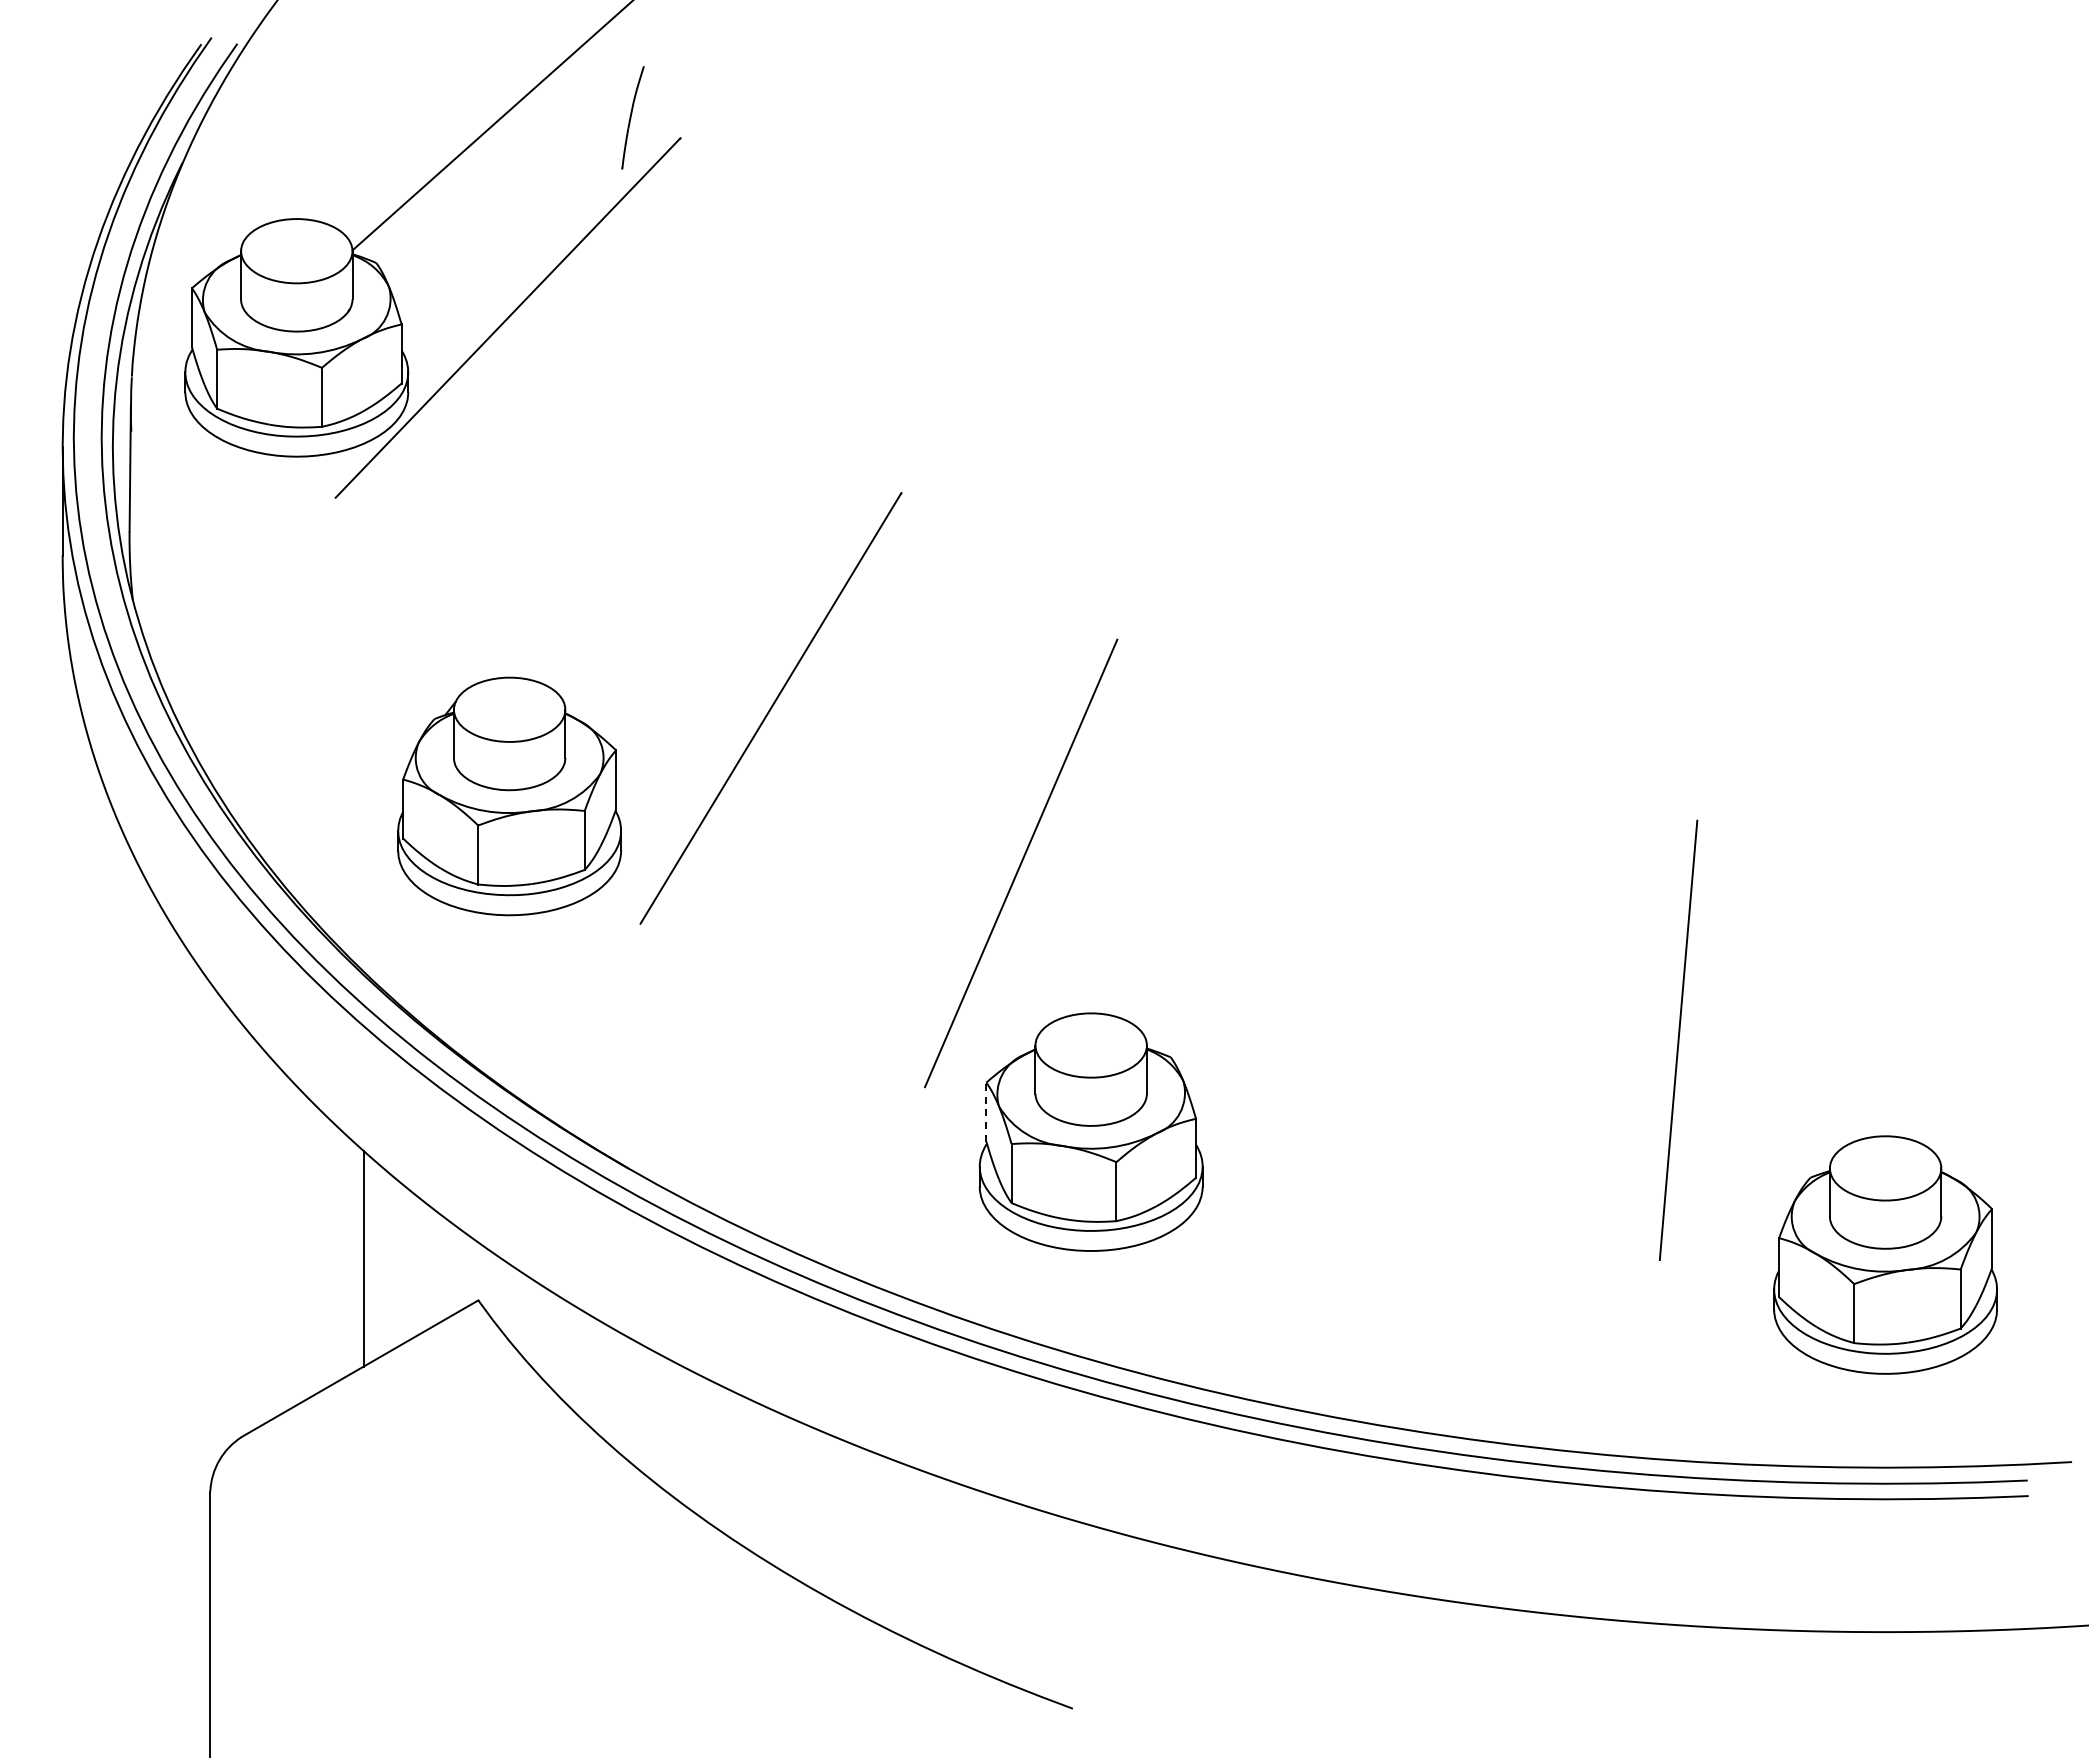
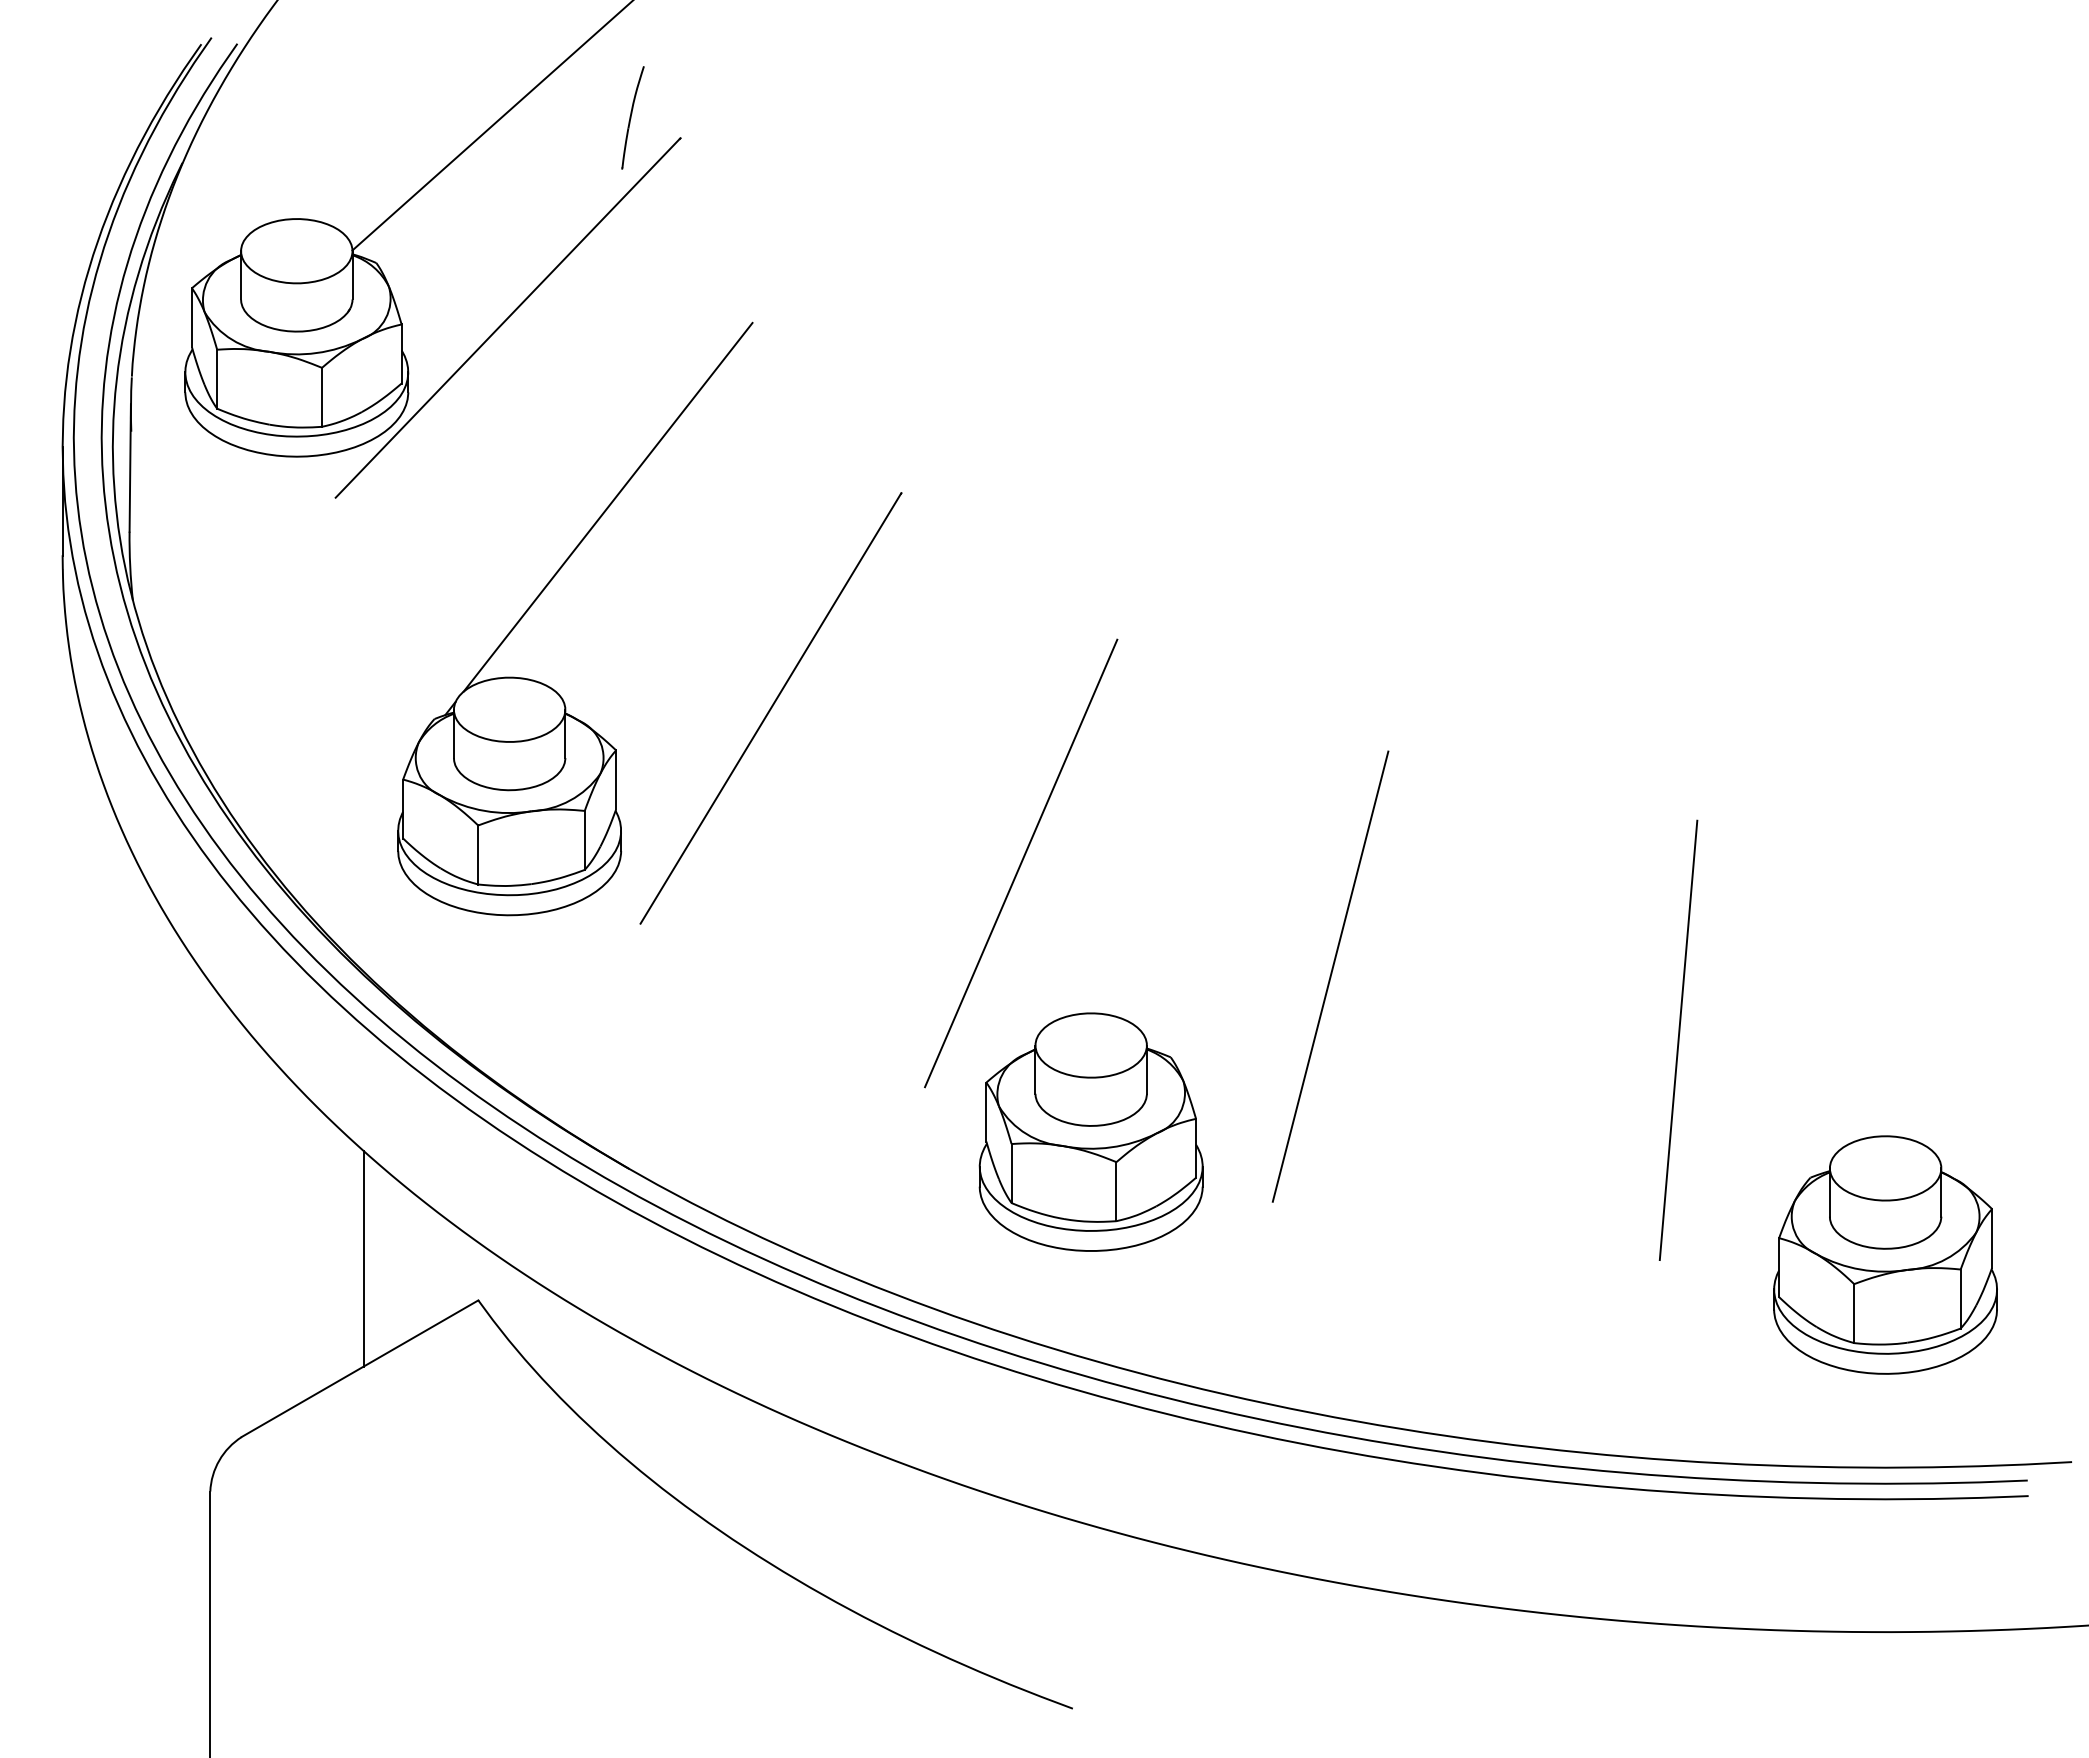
line at (607, 506): none -> present
line at (1330, 976): none -> present
line at (986, 1111): dashed -> solid
